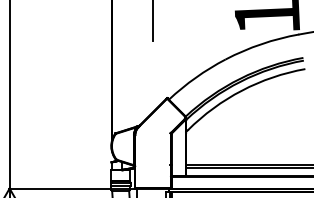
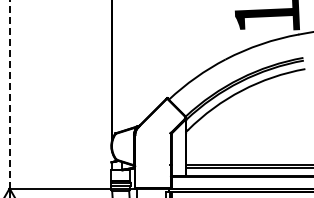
line at (153, 21): present -> none
line at (9, 94): solid -> dashed
